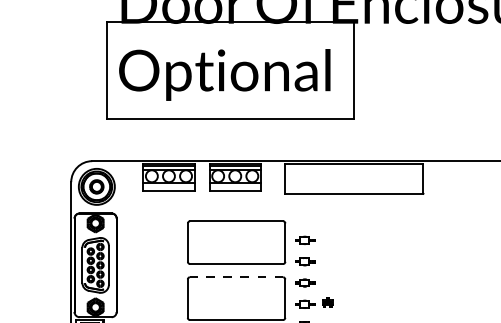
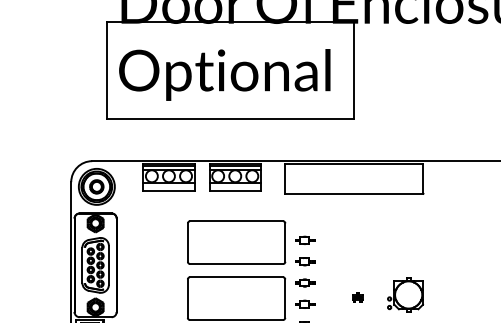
line at (236, 277): dashed -> solid
part at (405, 294): none -> present
part at (327, 302) position: (327, 302) -> (357, 297)
